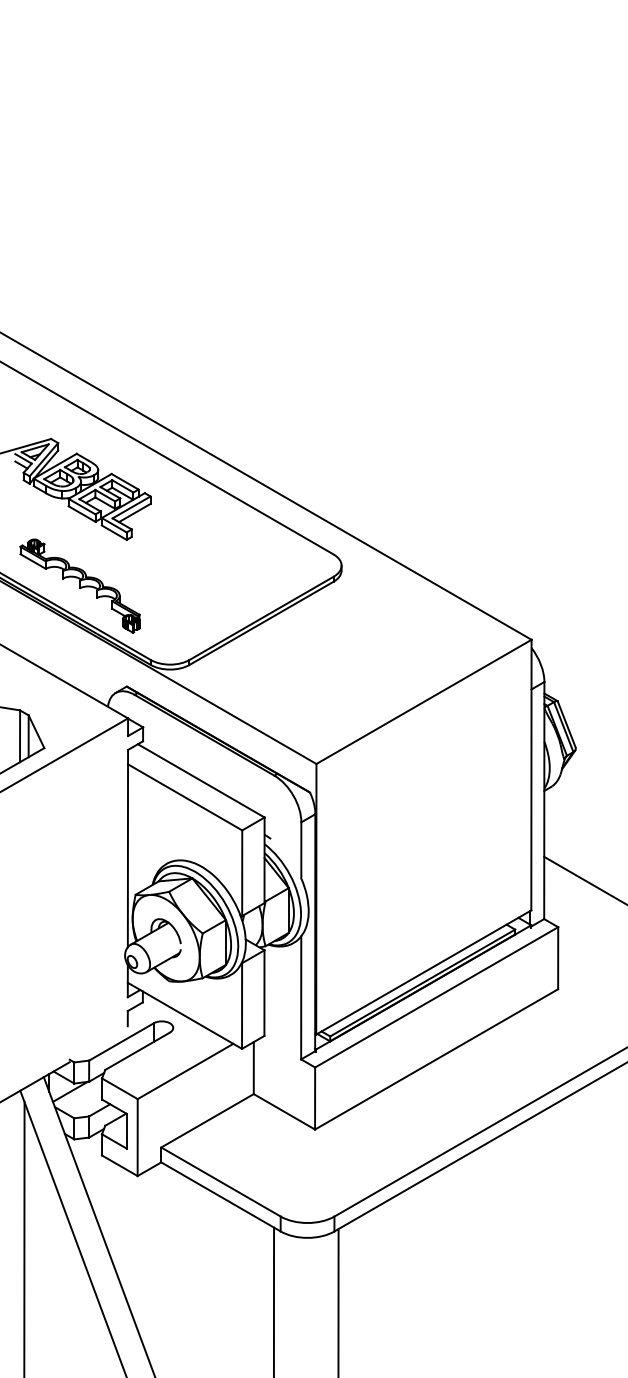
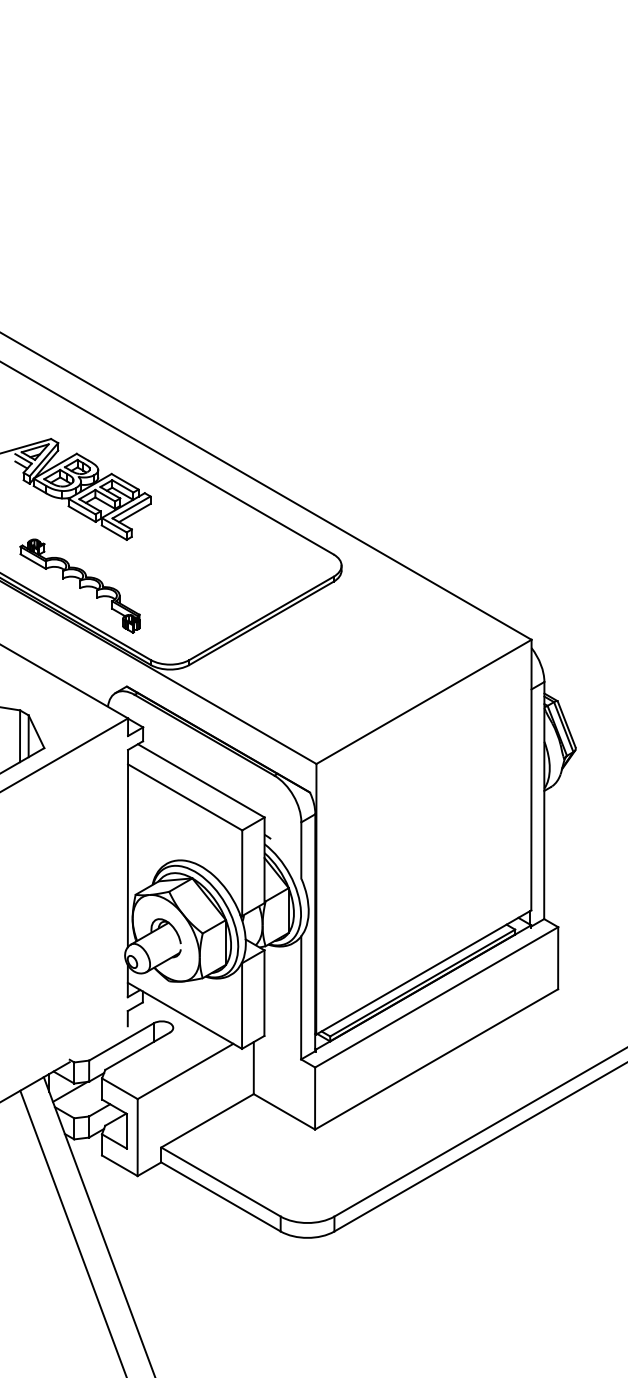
line at (584, 879): present -> none
line at (24, 1238): present -> none
line at (273, 1300): present -> none
line at (338, 1301): present -> none
